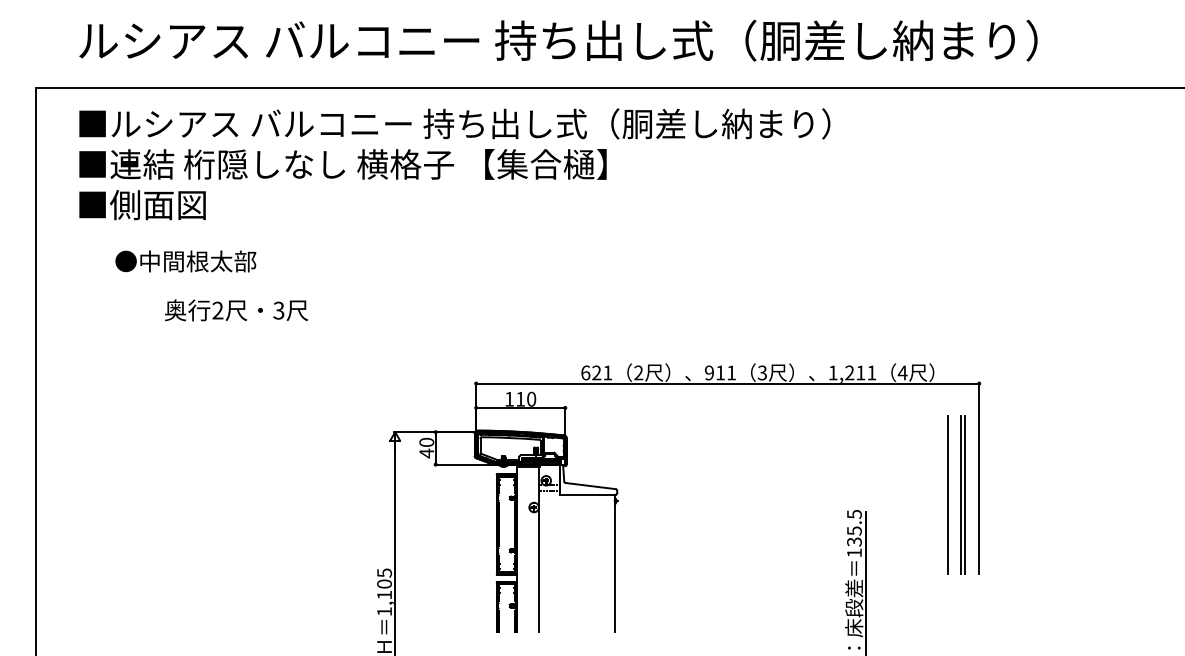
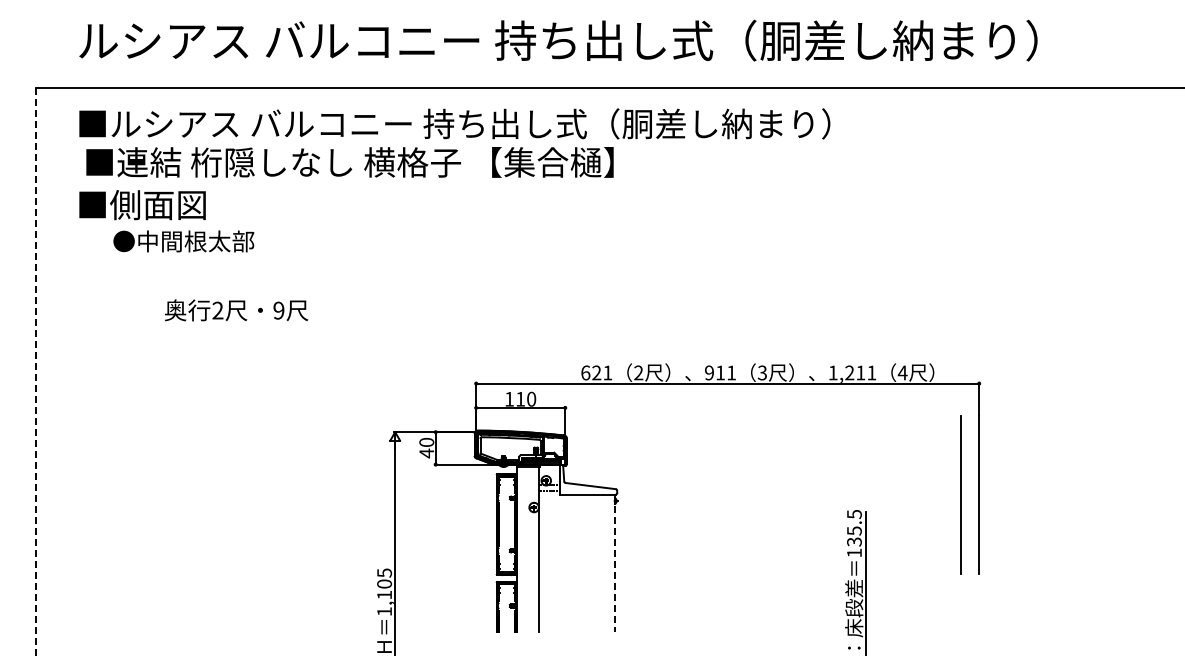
text at (342, 164) position: (342, 164) -> (349, 162)
text at (185, 261) position: (185, 261) -> (183, 241)
text at (278, 310): 3 -> 9
line at (35, 371): solid -> dashed
line at (947, 494): present -> none
line at (964, 494): present -> none
line at (614, 563): solid -> dashed
